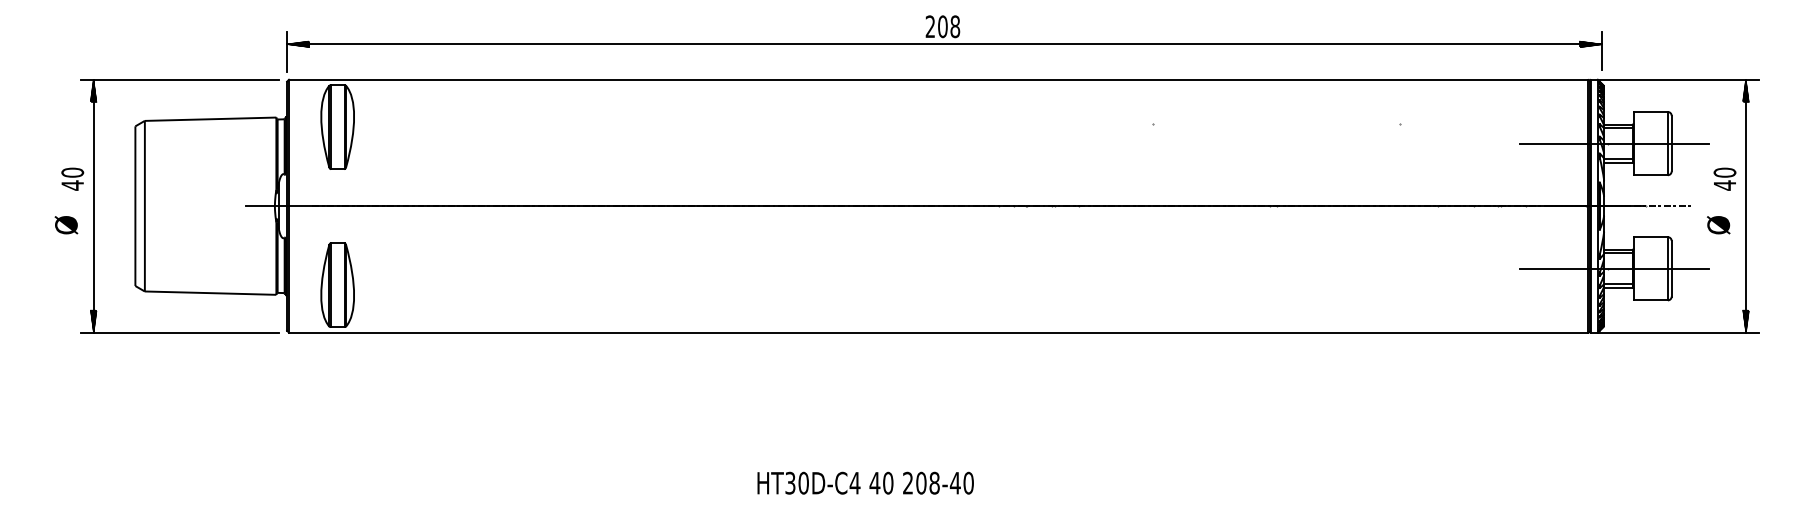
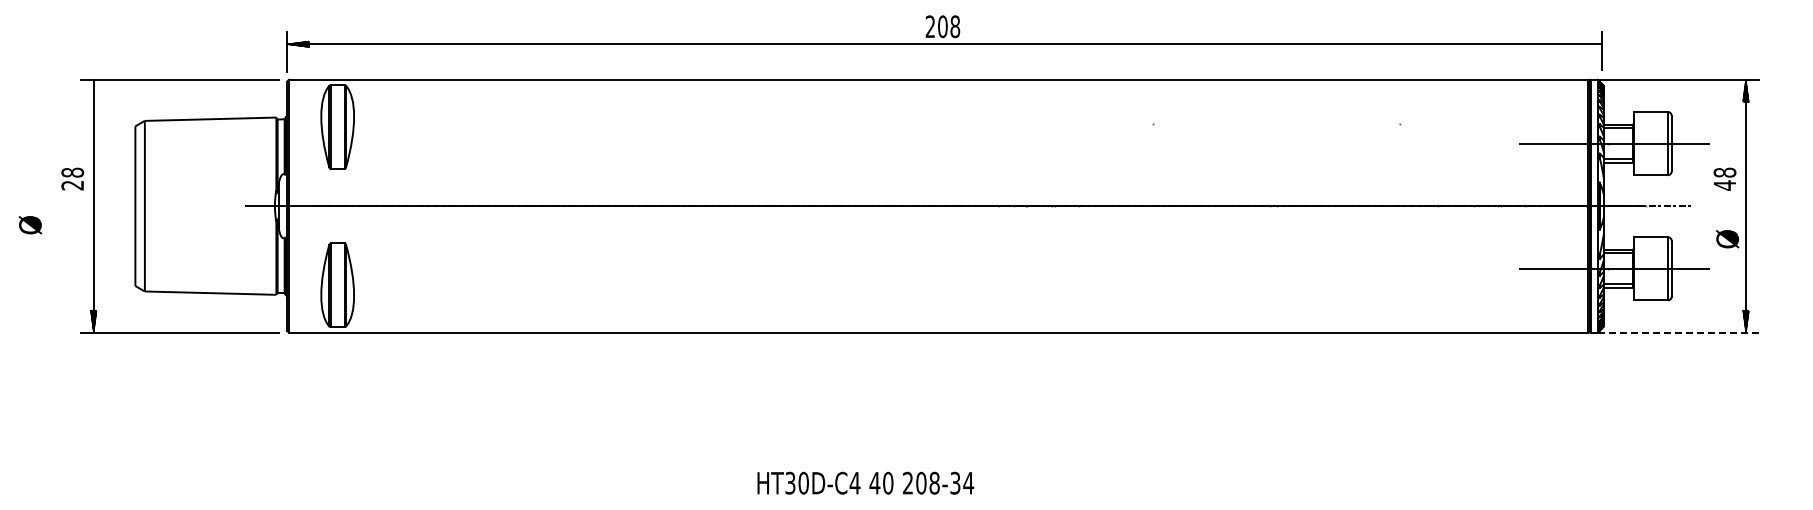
hatch at (1591, 44): present -> none
hatch at (93, 90): present -> none
text at (1725, 172): 40 -> 48
text at (72, 178): 40 -> 28
text at (66, 225) position: (66, 225) -> (30, 225)
text at (1718, 225) position: (1718, 225) -> (1727, 239)
line at (1678, 332): solid -> dashed
text at (961, 482): 208-40 -> 208-34
